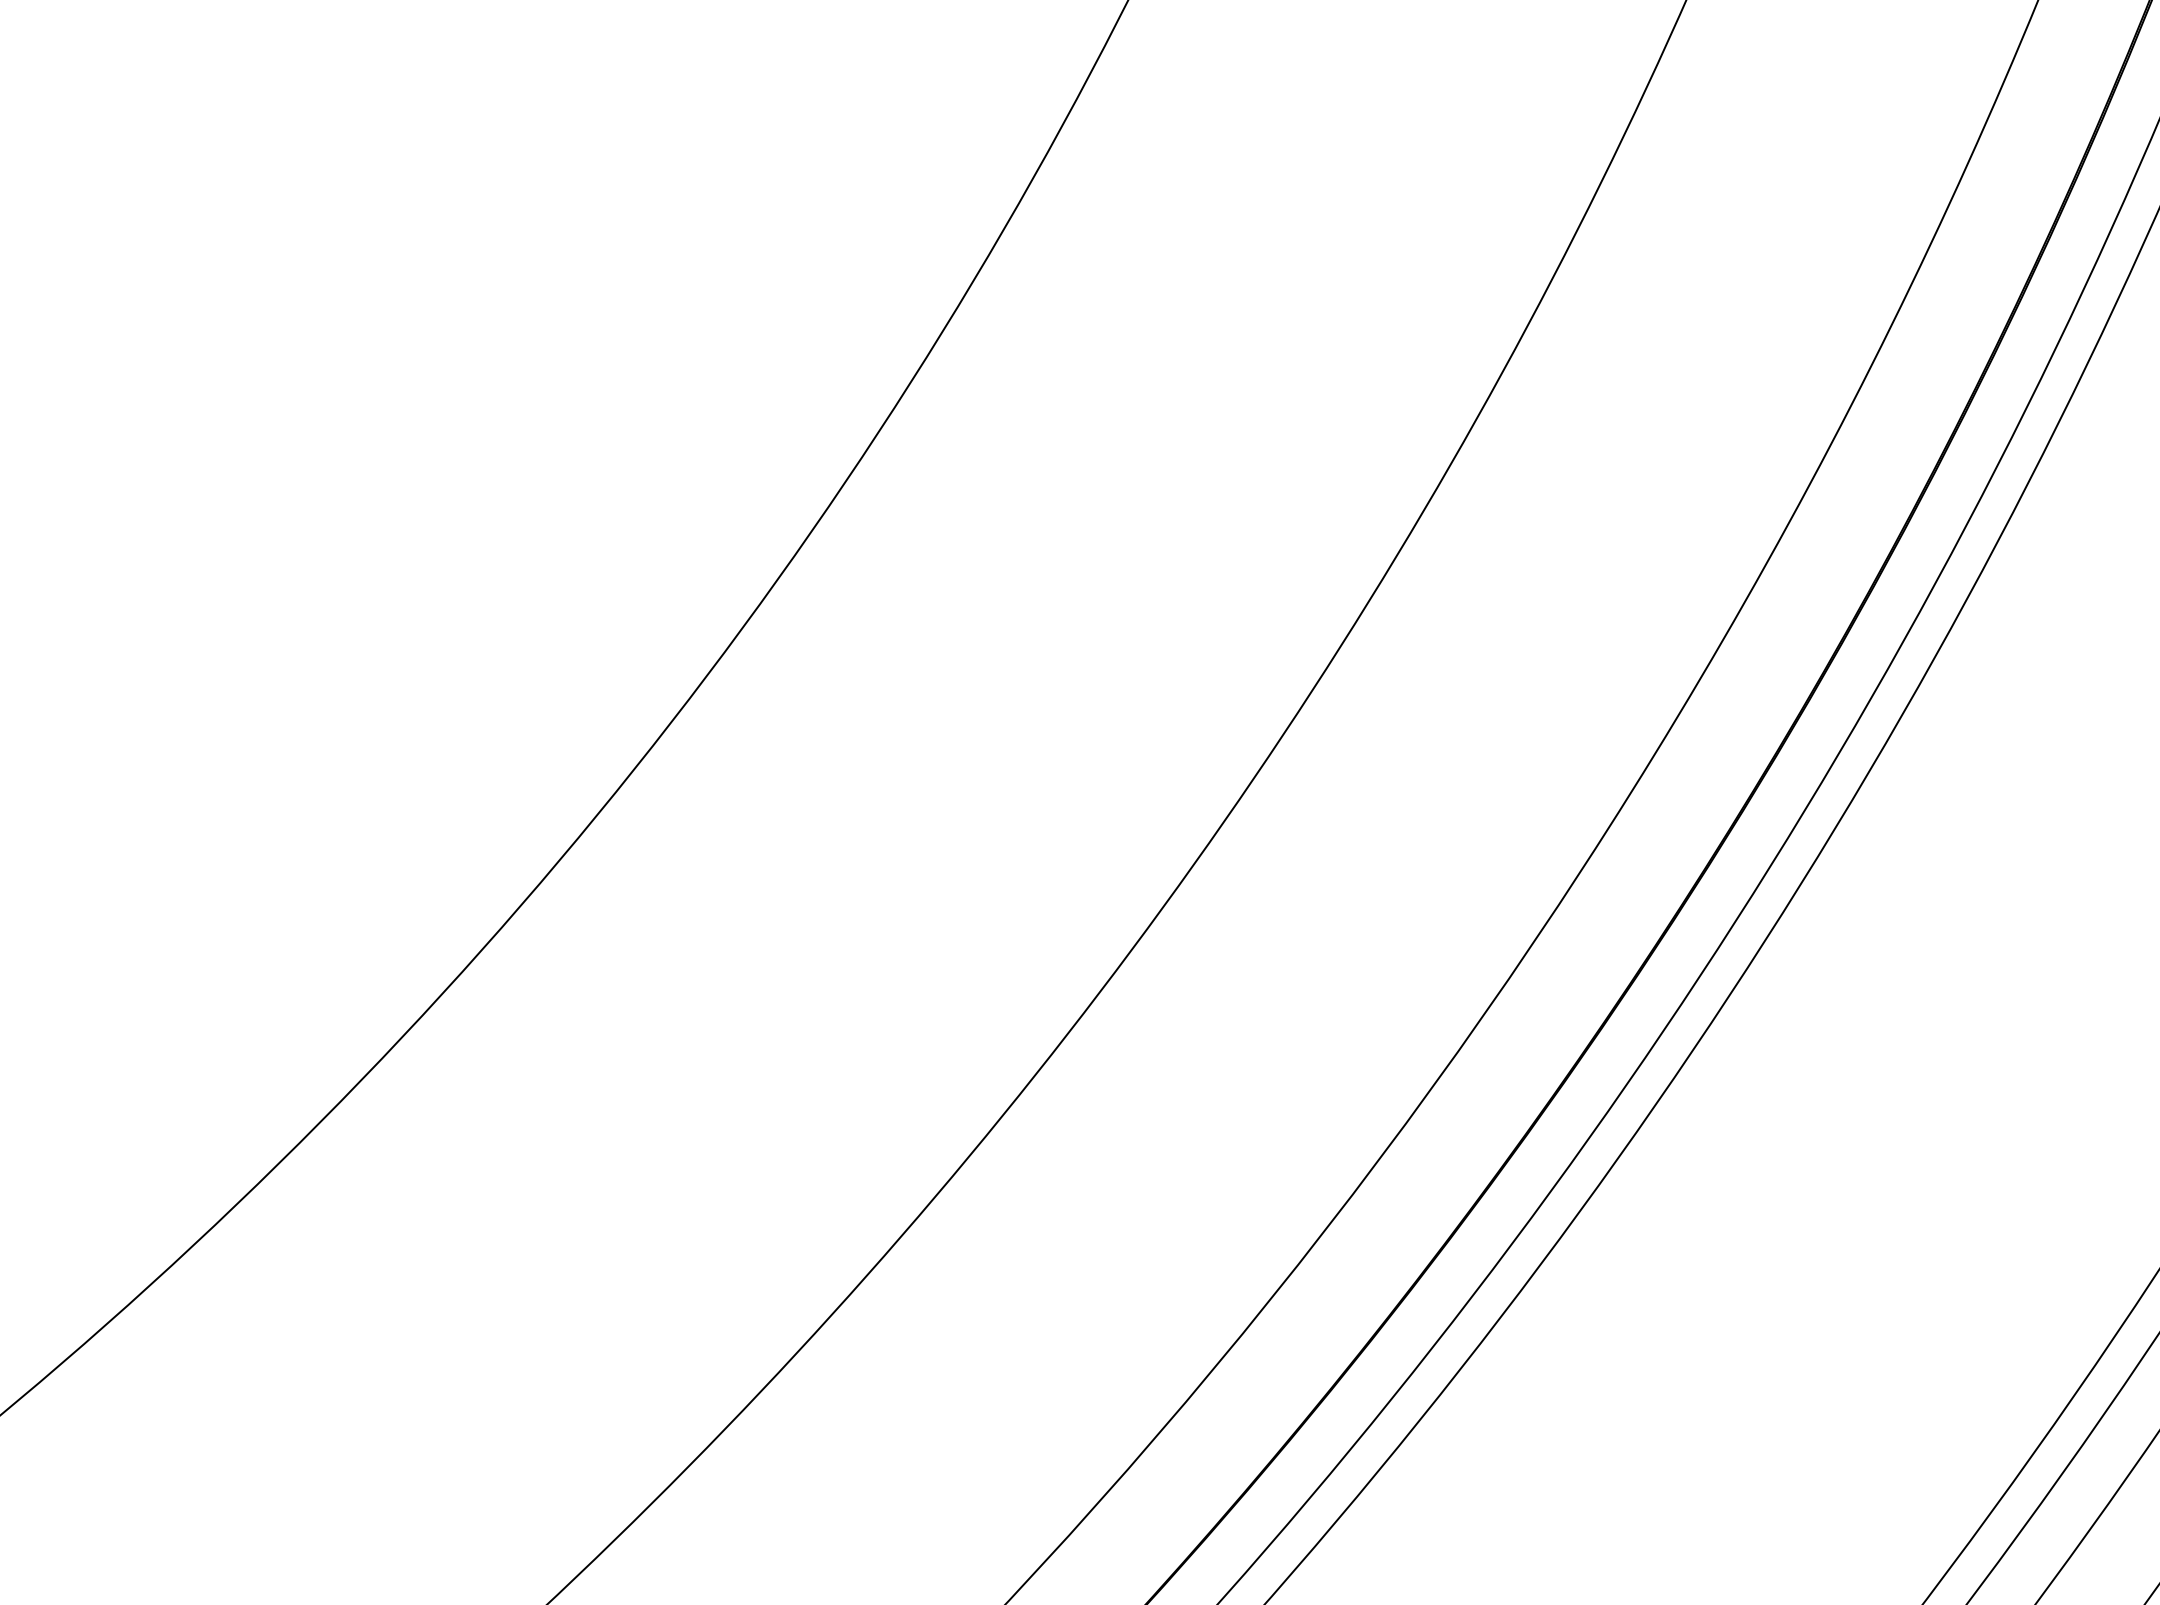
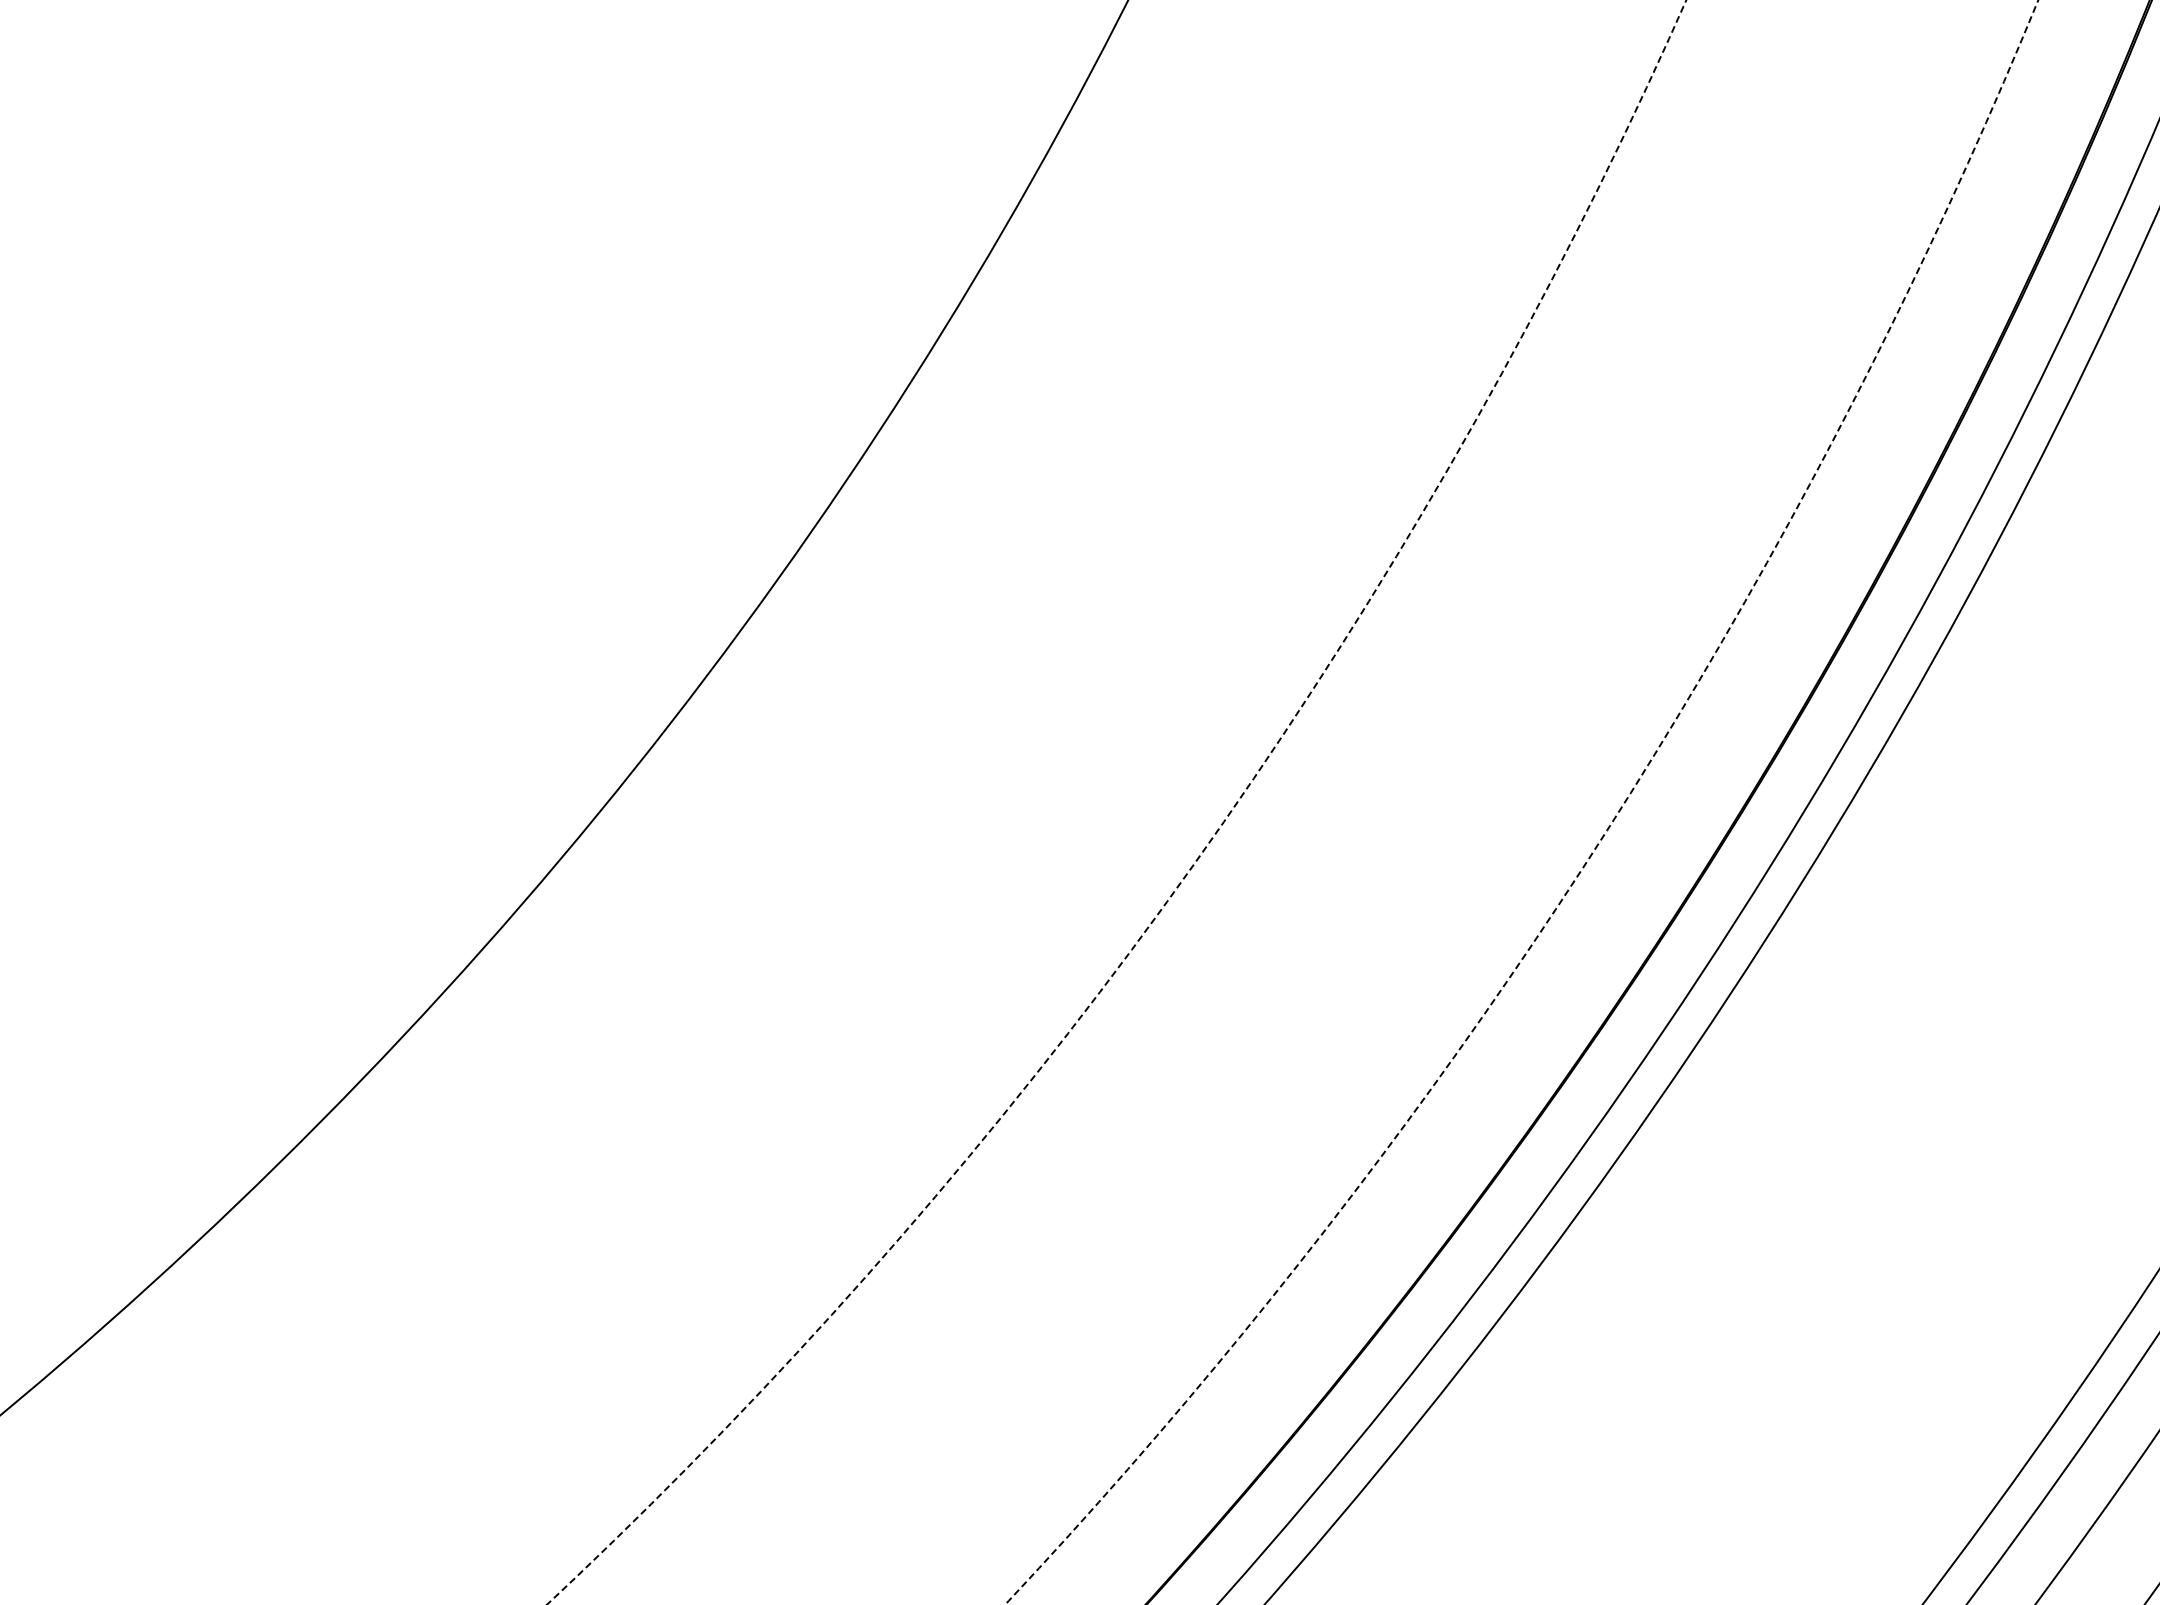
arc at (1593, 852): solid -> dashed
arc at (1196, 860): solid -> dashed
